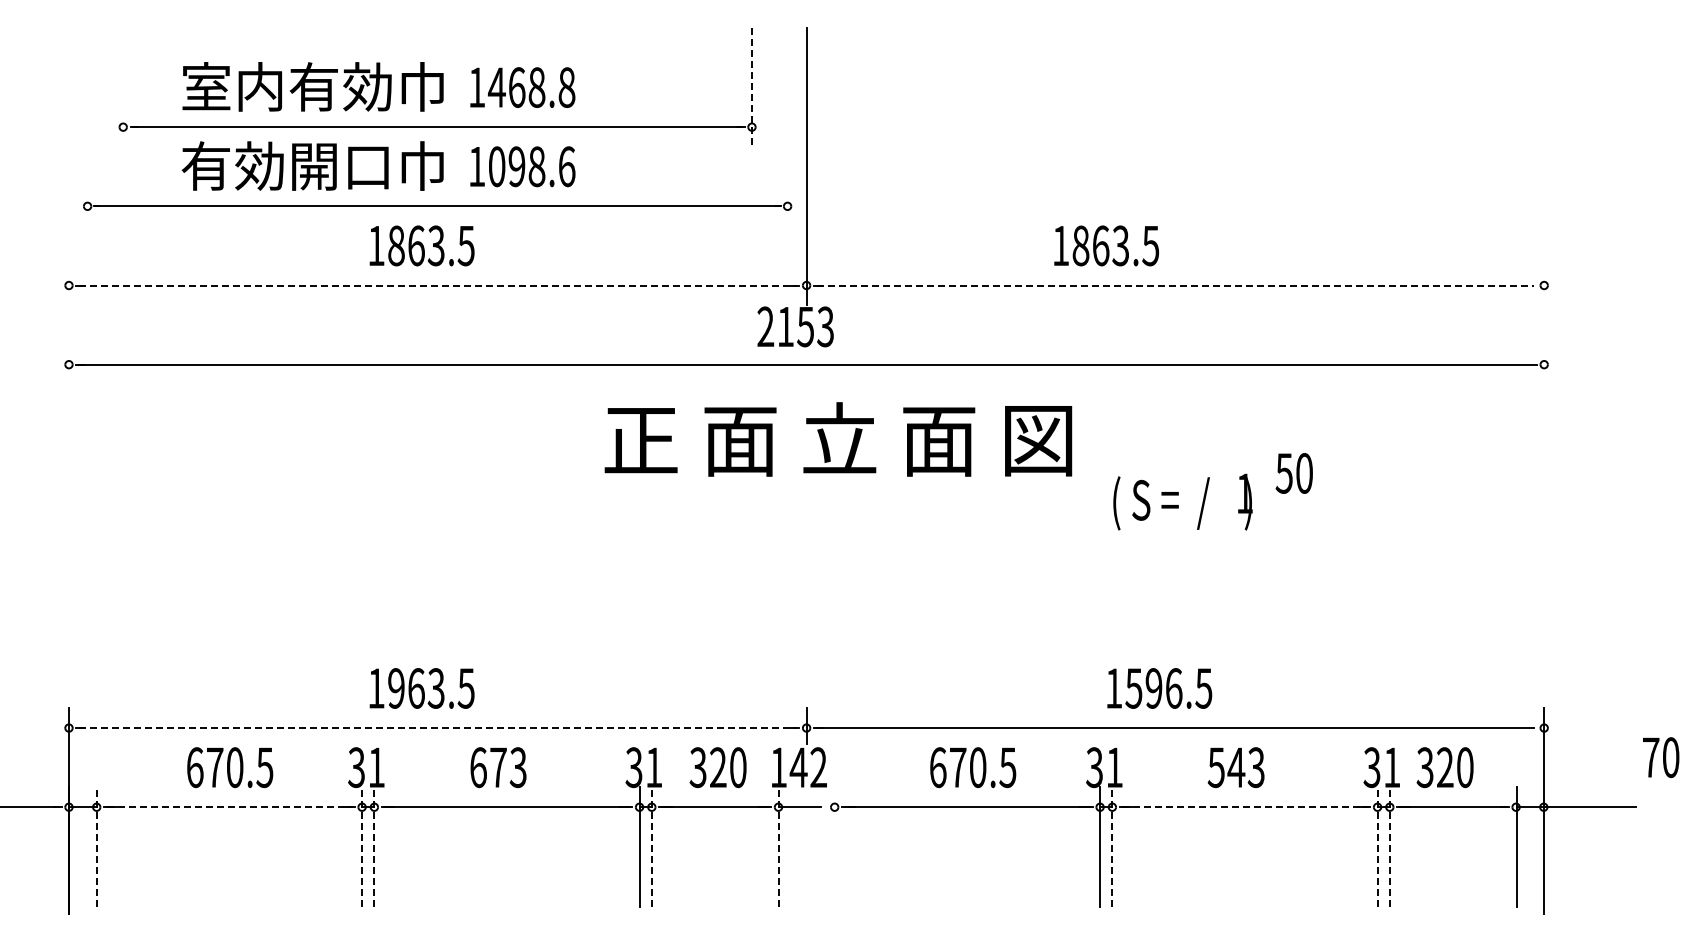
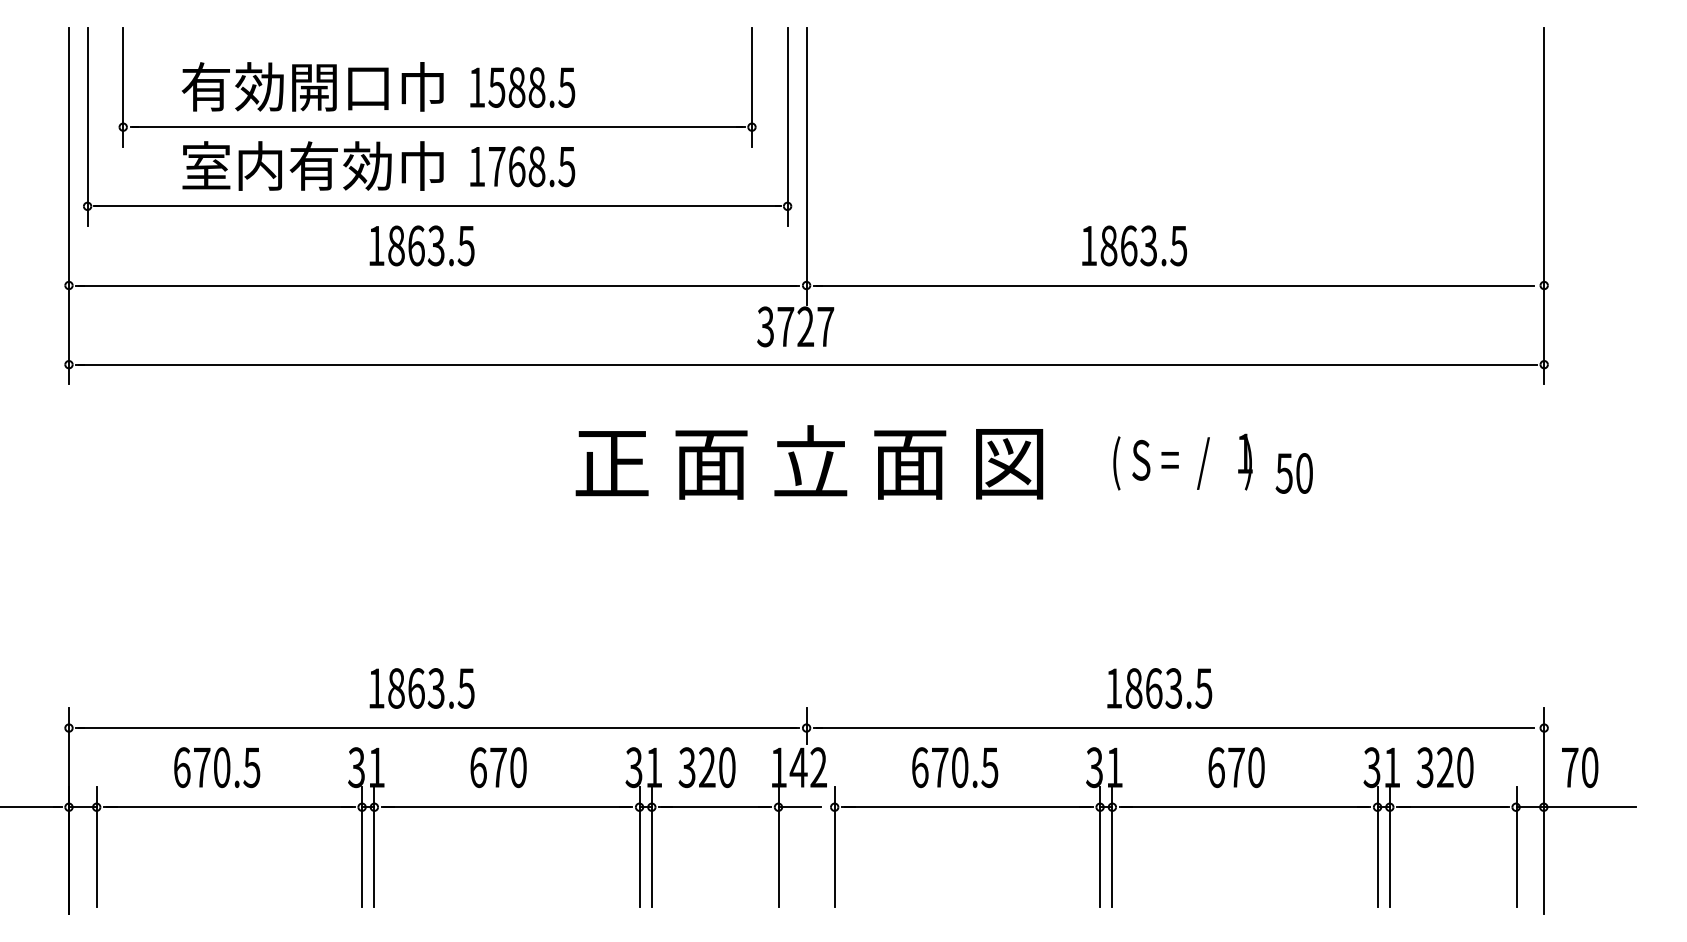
text at (286, 86): 室内有効巾 -> 有効開口巾
line at (123, 87): none -> present
text at (531, 87): 1468.8 -> 1588.5
line at (751, 88): dashed -> solid
line at (87, 127): none -> present
line at (787, 127): none -> present
text at (286, 165): 有効開口巾 -> 室内有効巾
text at (532, 166): 1098.6 -> 1768.5
line at (69, 206): none -> present
line at (1544, 206): none -> present
text at (1106, 245) position: (1106, 245) -> (1134, 245)
line at (437, 285): dashed -> solid
line at (1175, 285): dashed -> solid
text at (795, 326): 2153 -> 3727
text at (838, 439) position: (838, 439) -> (809, 462)
text at (1182, 501) position: (1182, 501) -> (1182, 461)
text at (396, 688): 1963.5 -> 1863.5
text at (1153, 688): 1596.5 -> 1863.5
line at (437, 728): dashed -> solid
text at (1661, 757) position: (1661, 757) -> (1580, 767)
text at (230, 767) position: (230, 767) -> (217, 767)
text at (517, 767): 673 -> 670
text at (717, 767) position: (717, 767) -> (706, 767)
text at (973, 767) position: (973, 767) -> (955, 767)
text at (1235, 767): 543 -> 670
line at (229, 807): dashed -> solid
line at (1244, 807): dashed -> solid
line at (96, 847): dashed -> solid
line at (362, 847): dashed -> solid
line at (374, 847): dashed -> solid
line at (651, 847): dashed -> solid
line at (778, 847): dashed -> solid
line at (834, 847): none -> present
line at (1112, 847): dashed -> solid
line at (1377, 847): dashed -> solid
line at (1389, 847): dashed -> solid
